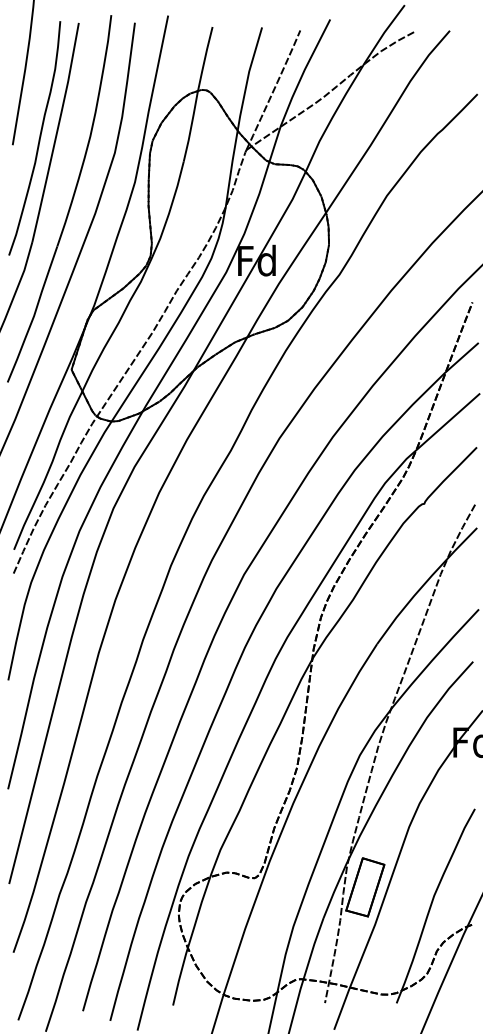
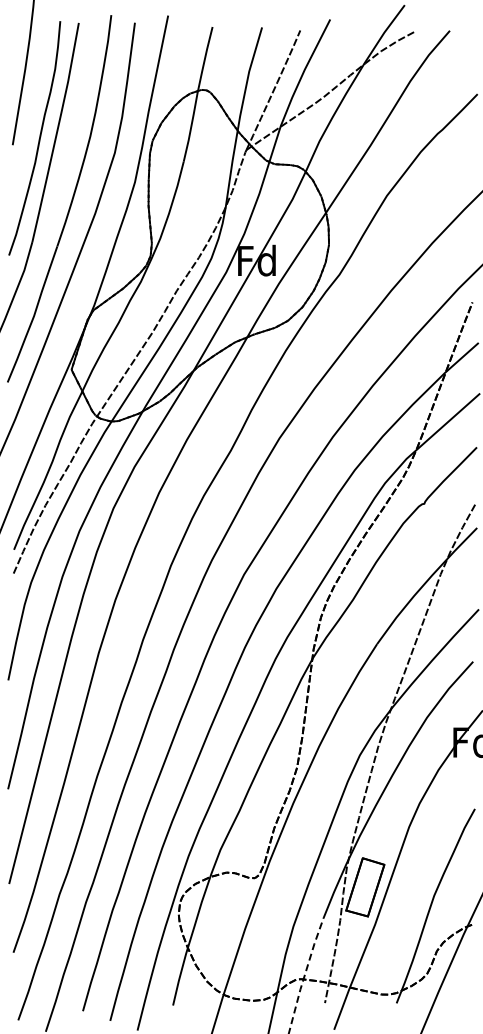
line at (304, 975): solid -> dashed
